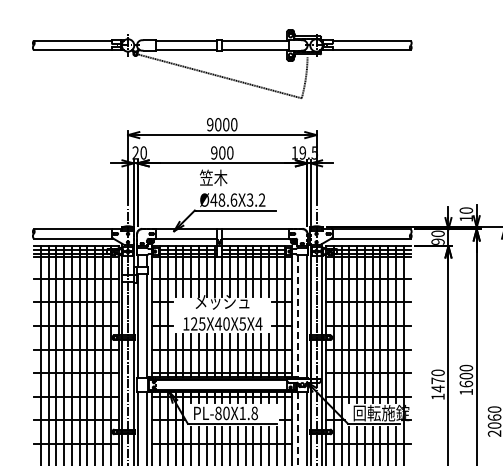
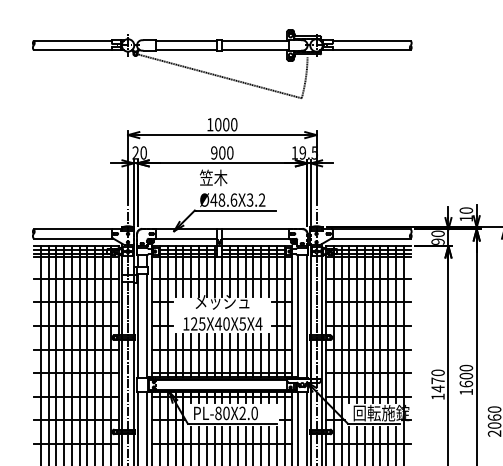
text at (210, 124): 9000 -> 1000
line at (297, 316): dashed -> solid
text at (248, 412): PL-80X1.8 -> PL-80X2.0
line at (297, 428): dashed -> solid
